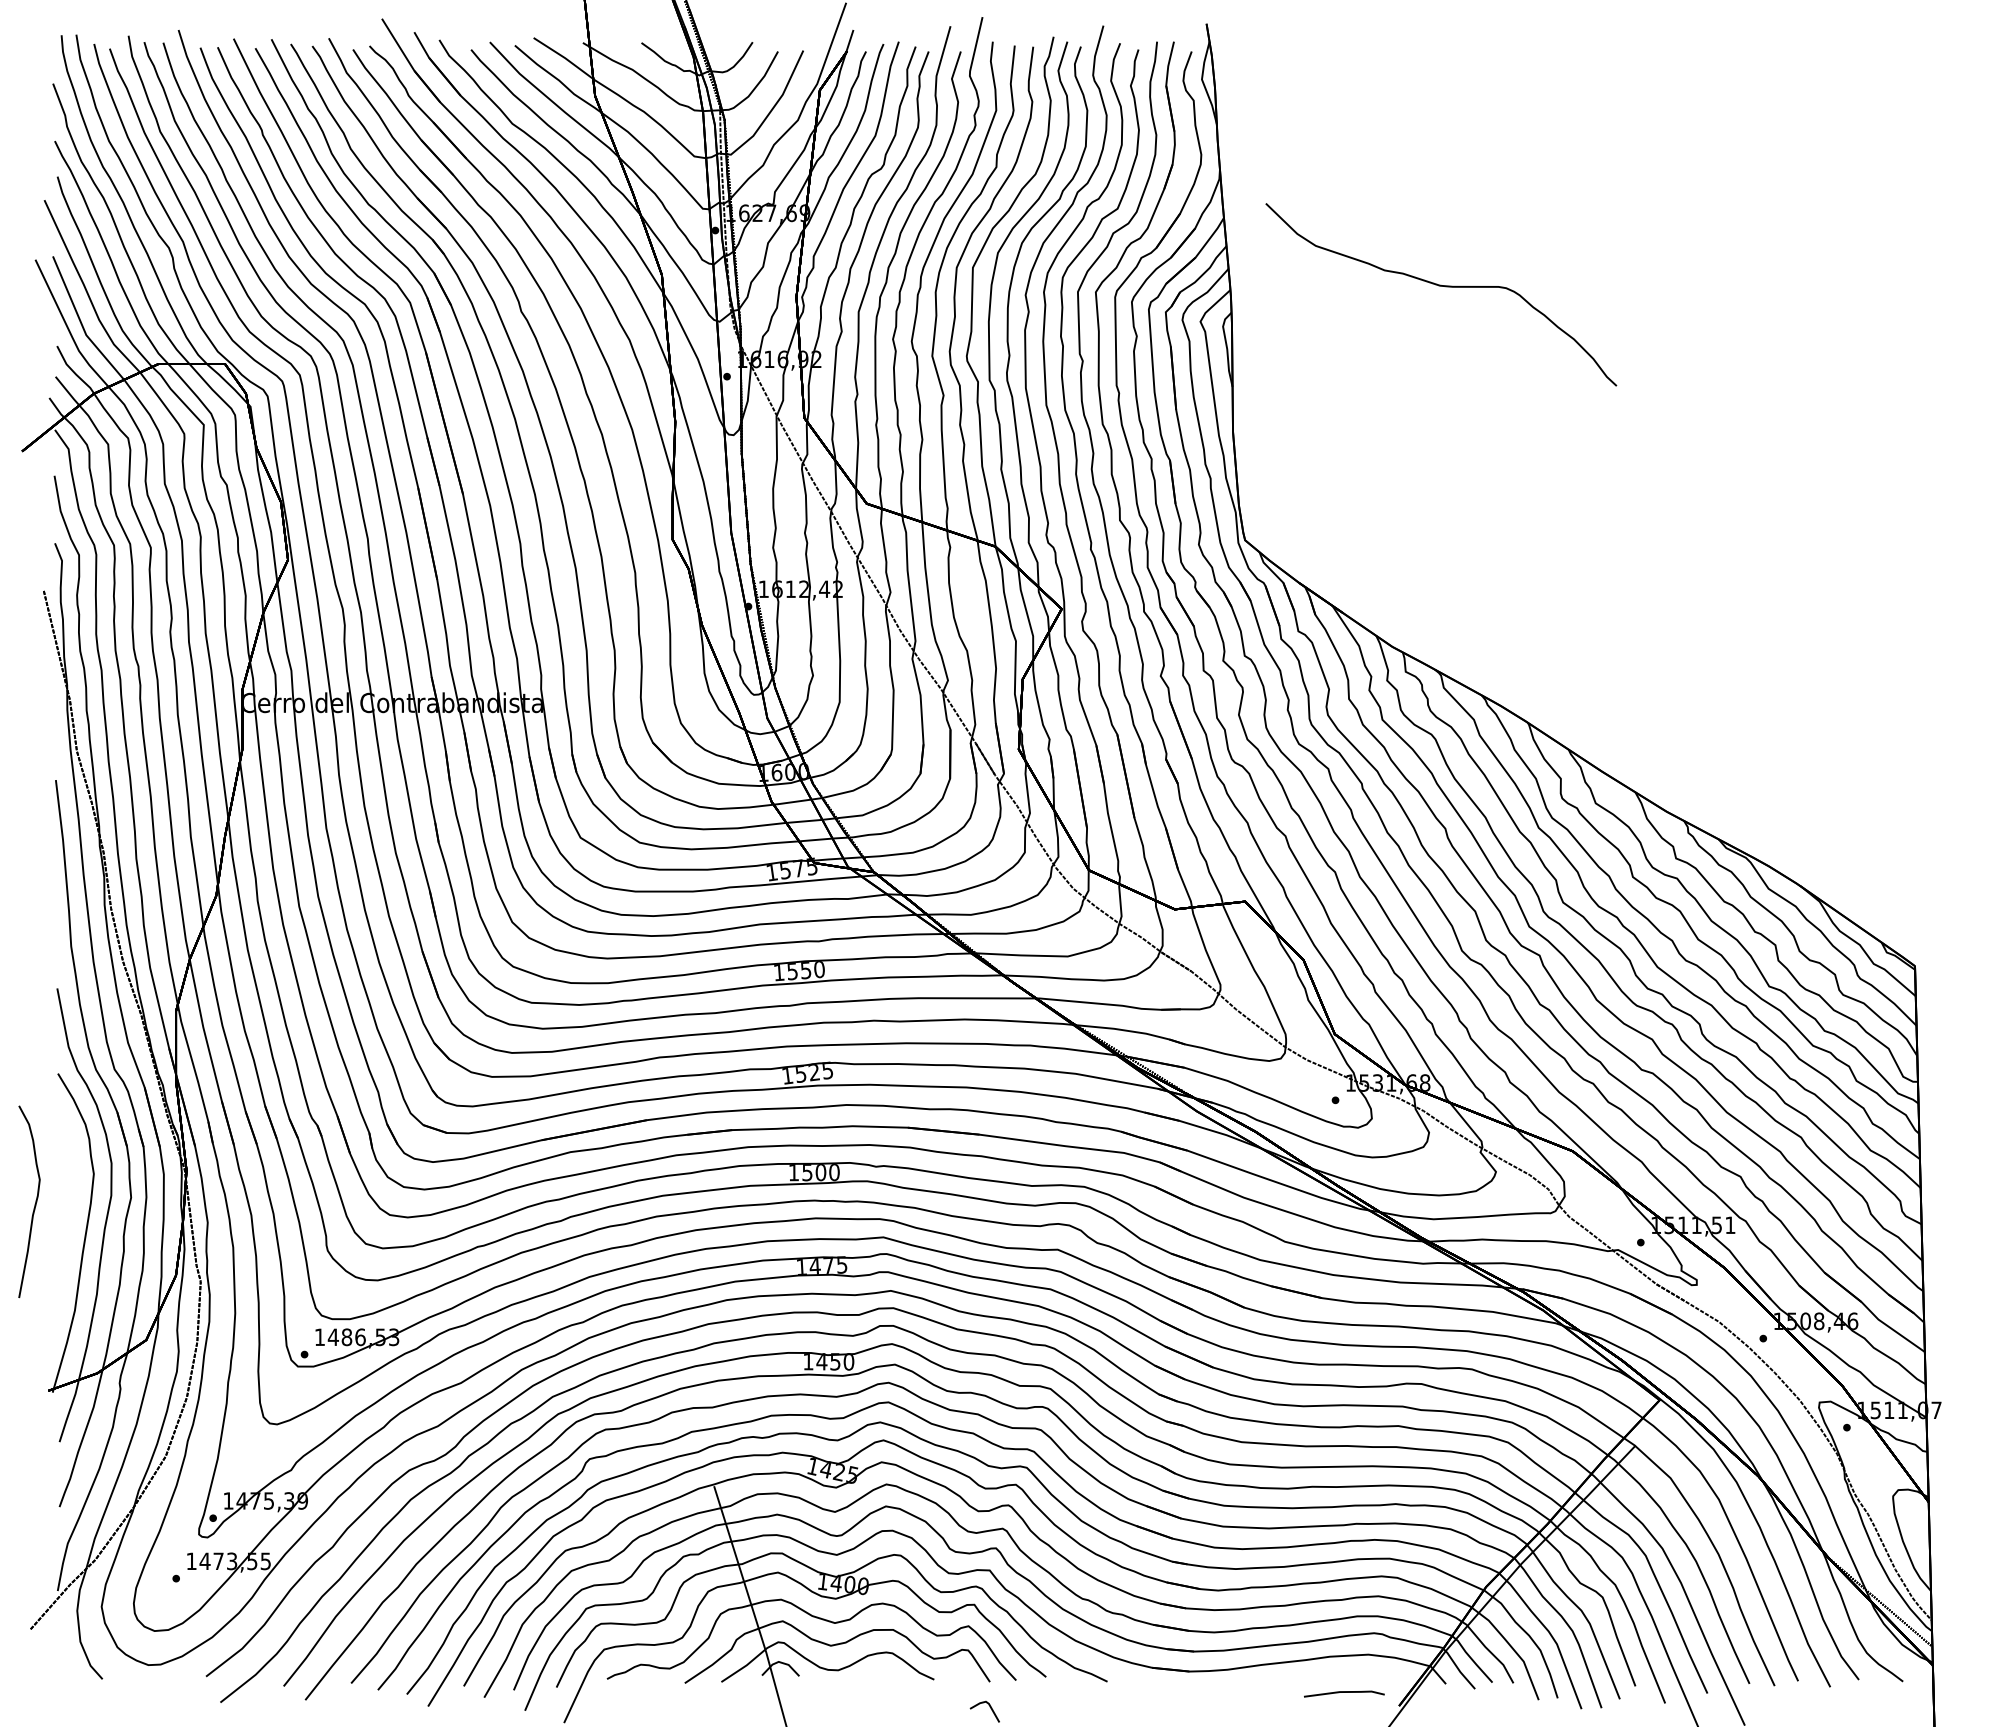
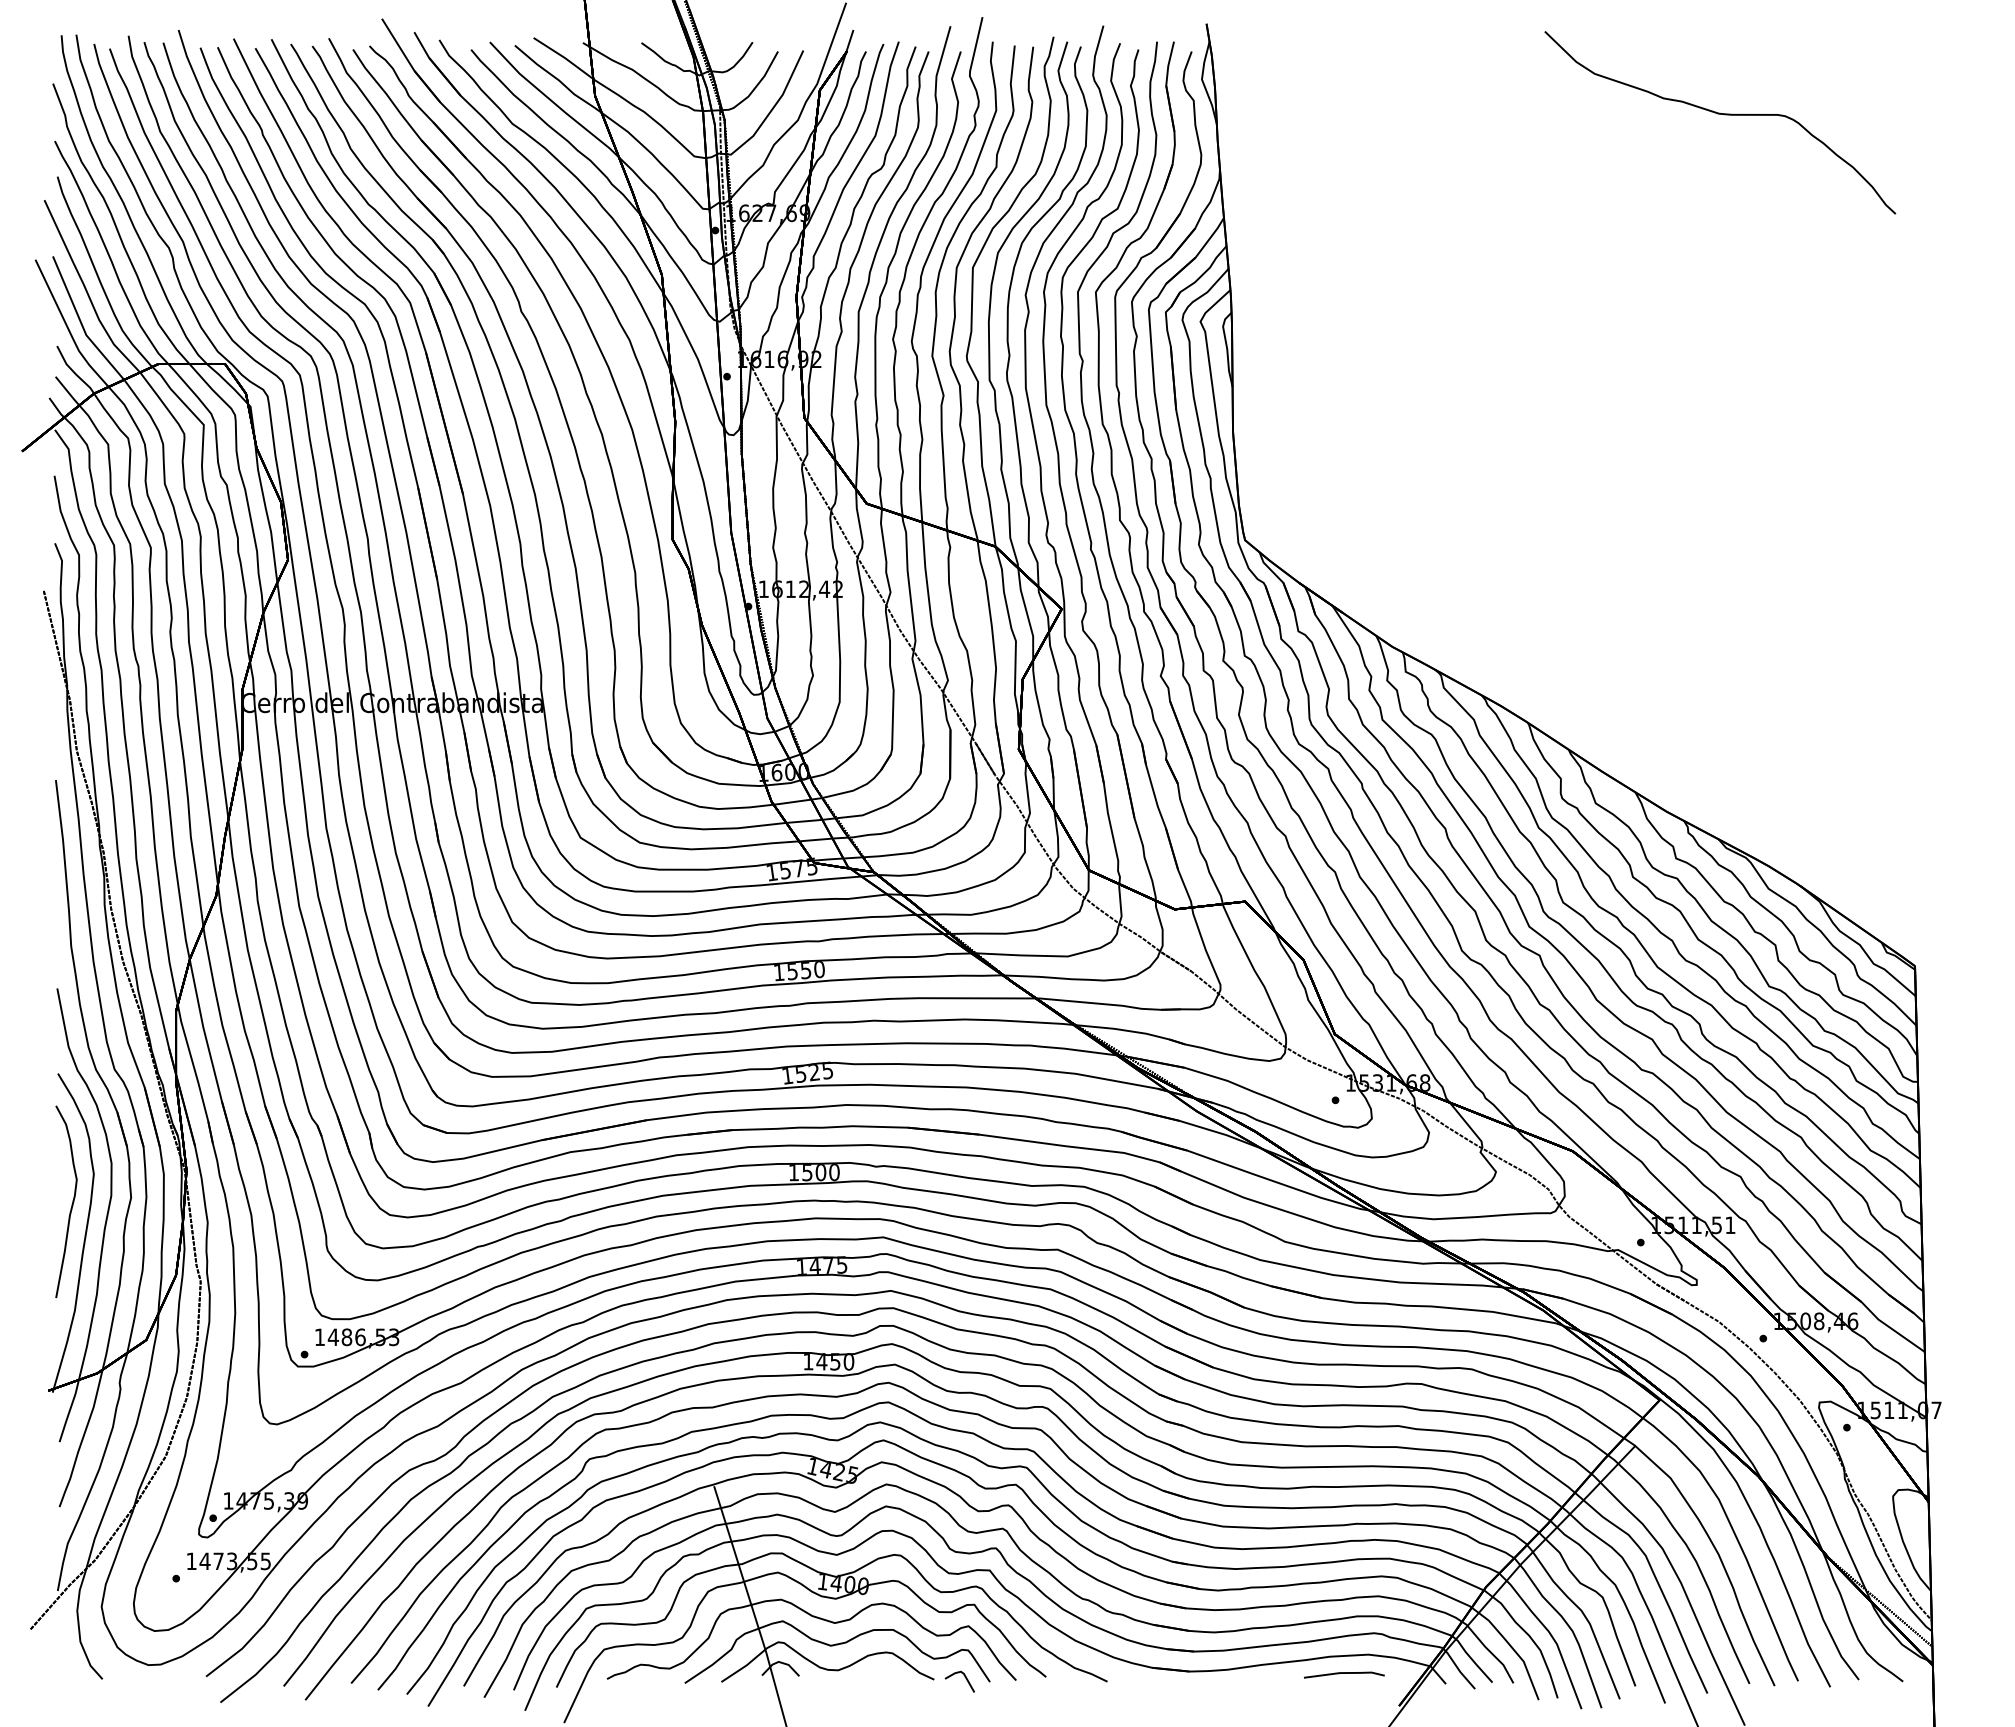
curve at (1441, 286) position: (1441, 286) -> (1720, 114)
curve at (34, 1204) position: (34, 1204) -> (71, 1204)
line at (1344, 1692) position: (1344, 1692) -> (1344, 1673)
line at (989, 1707) position: (989, 1707) -> (964, 1677)
